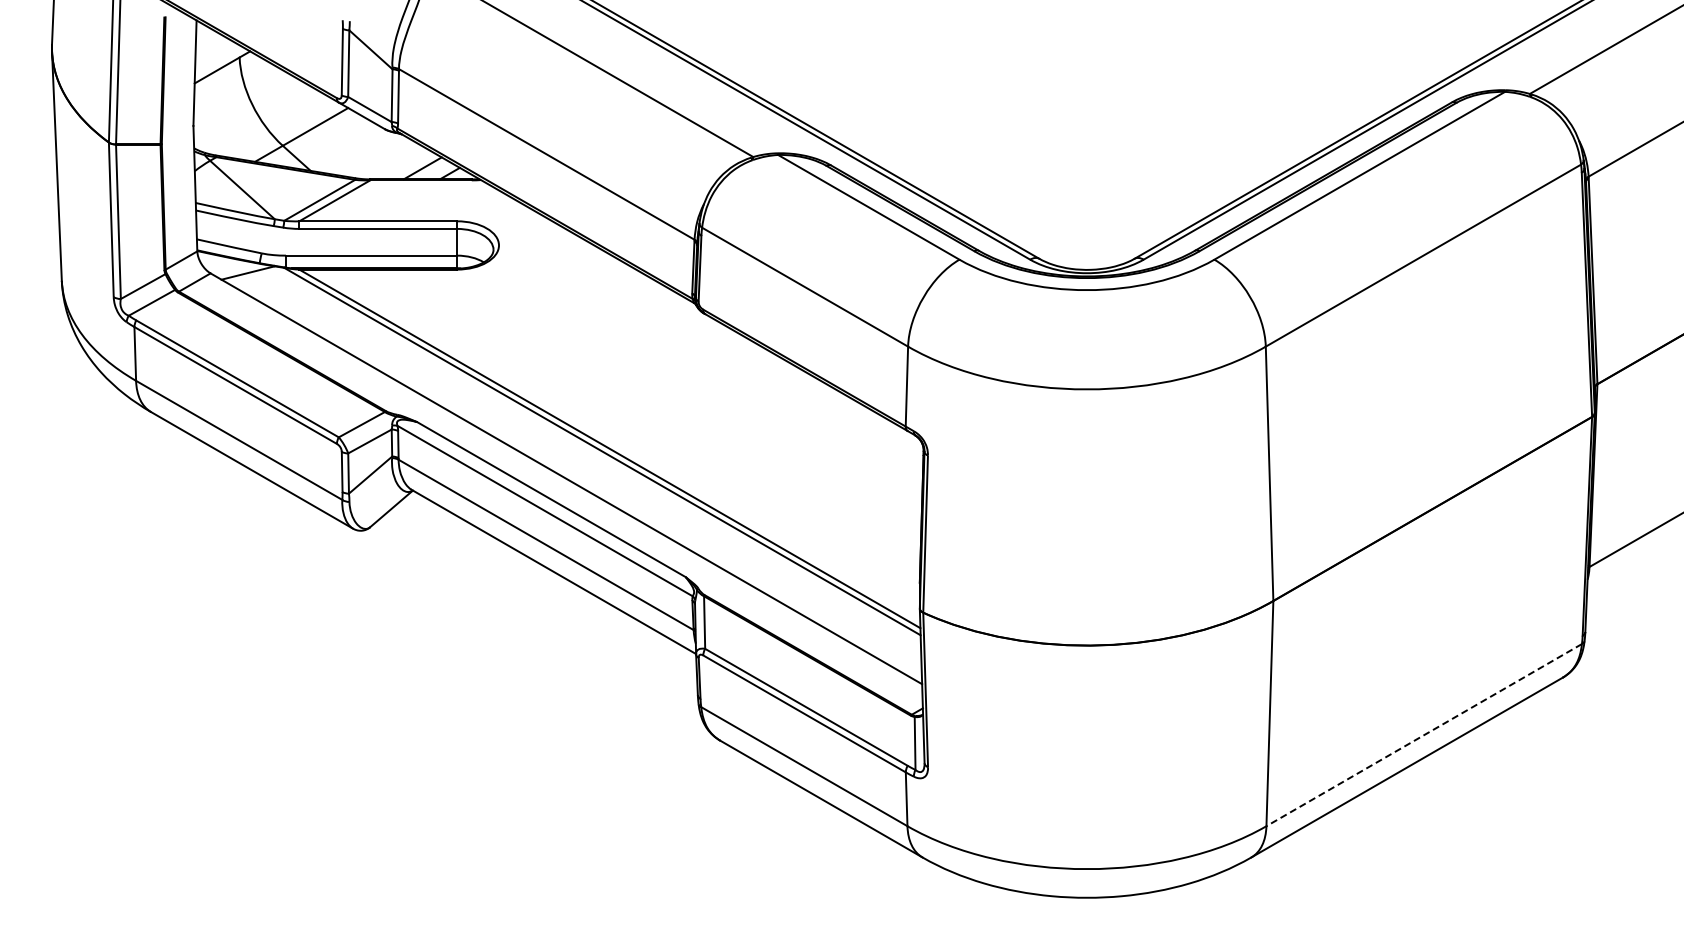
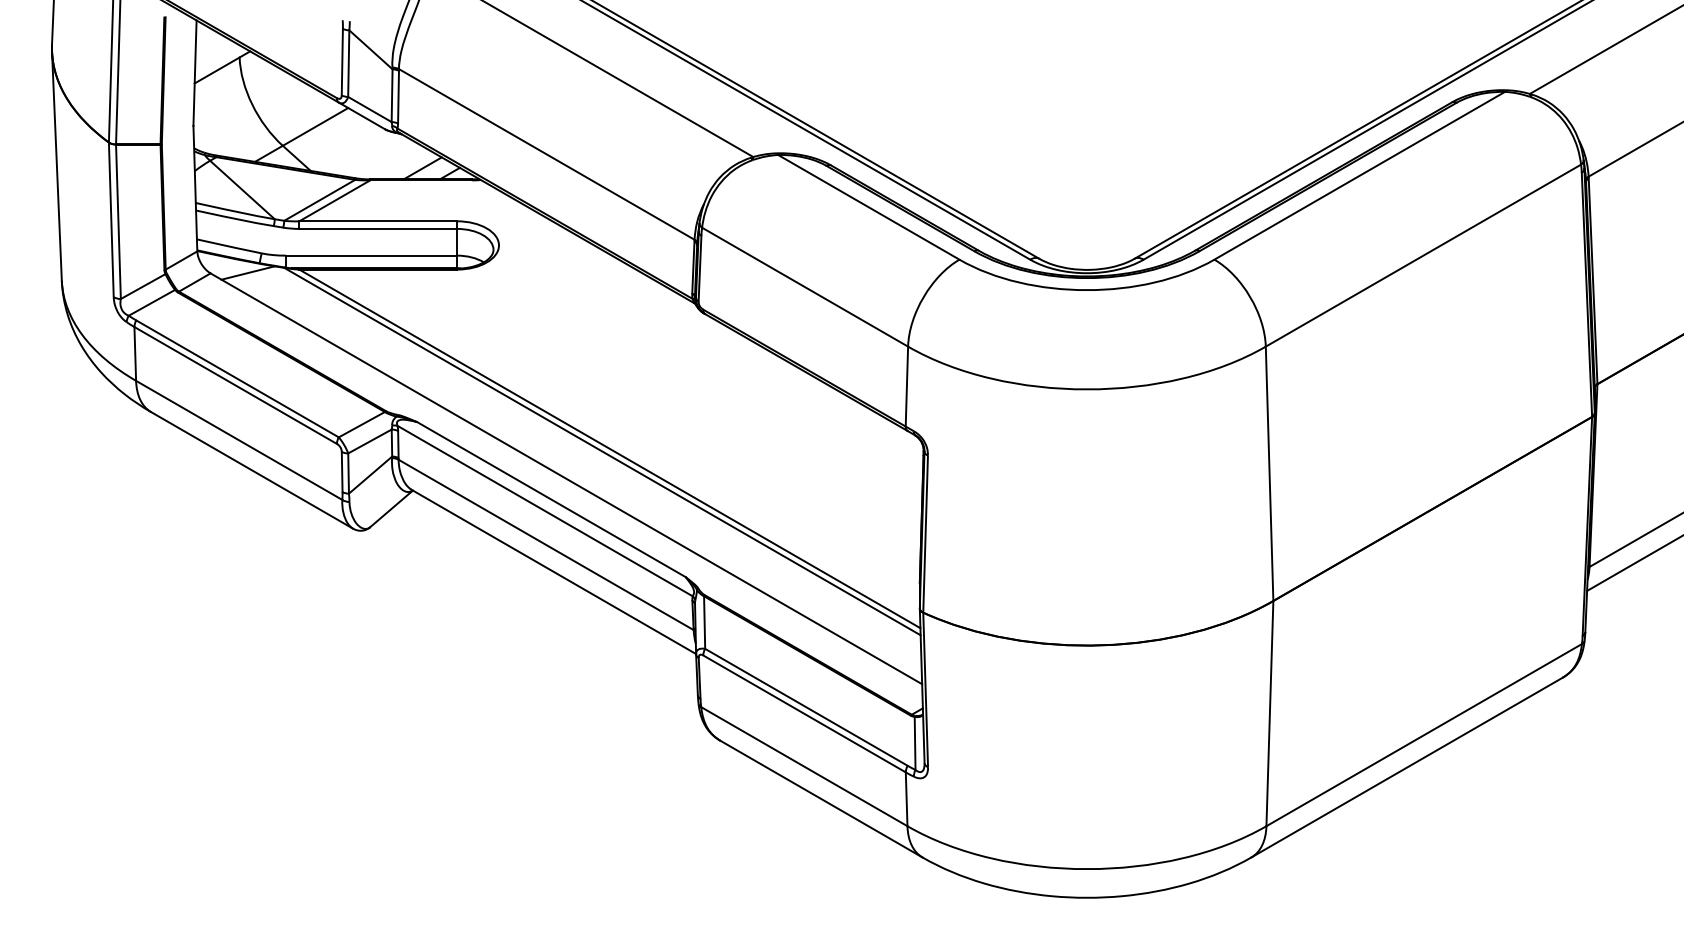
line at (1633, 563): none -> present
line at (1423, 735): dashed -> solid
